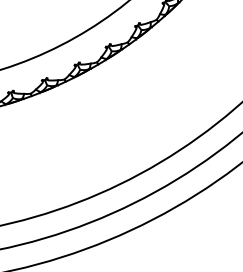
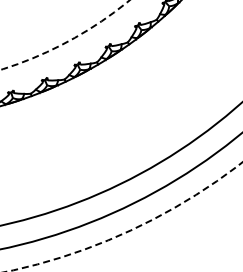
arc at (68, 41): solid -> dashed
arc at (130, 230): solid -> dashed
